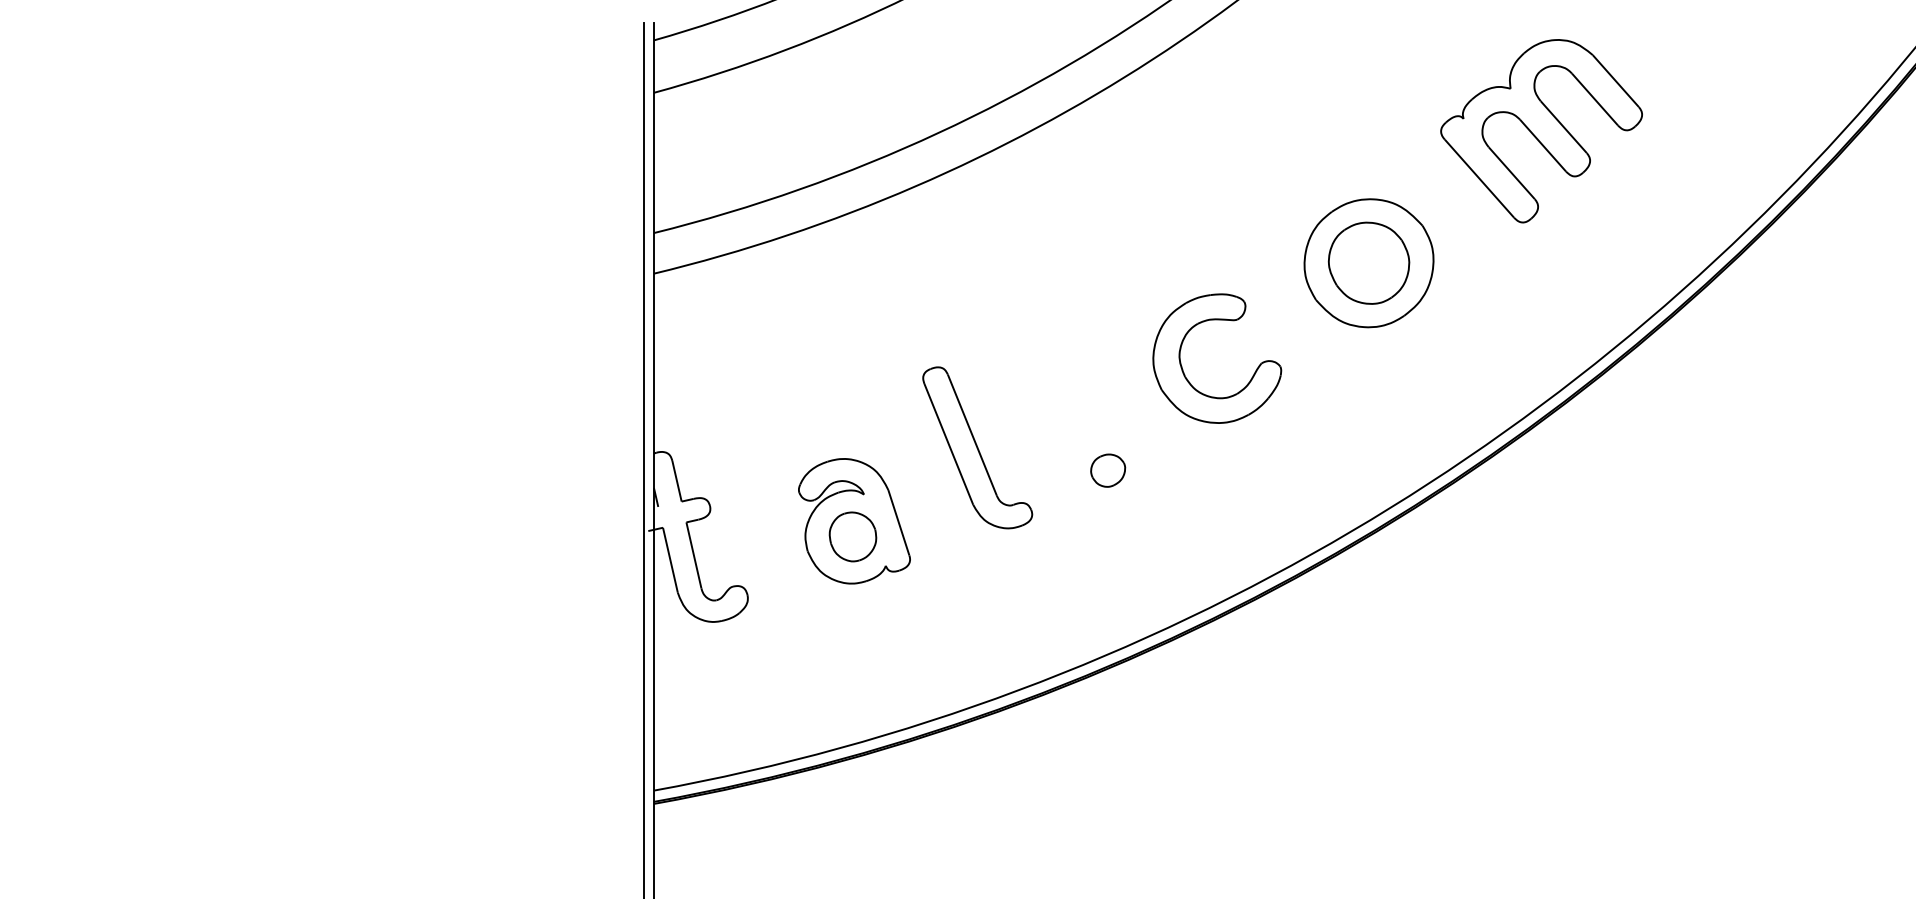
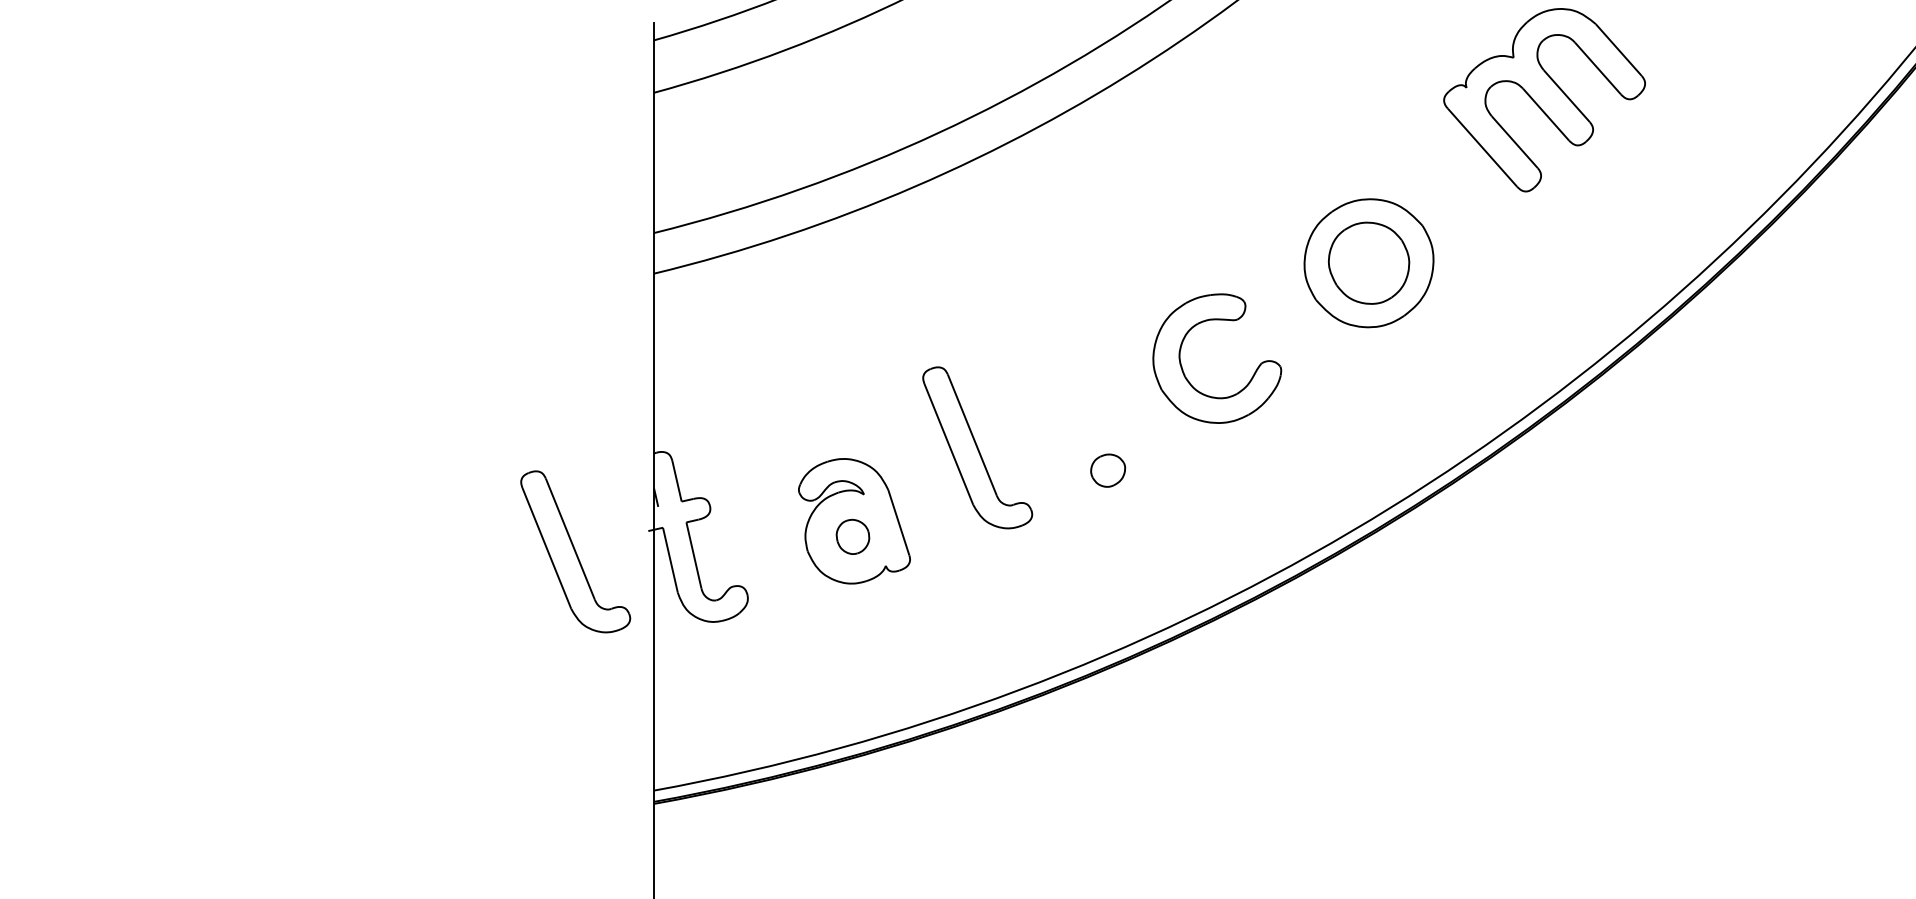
part at (1541, 131) position: (1541, 131) -> (1544, 100)
line at (643, 459): present -> none
part at (852, 536) size: 50x52 px -> 36x36 px
part at (575, 551): none -> present
